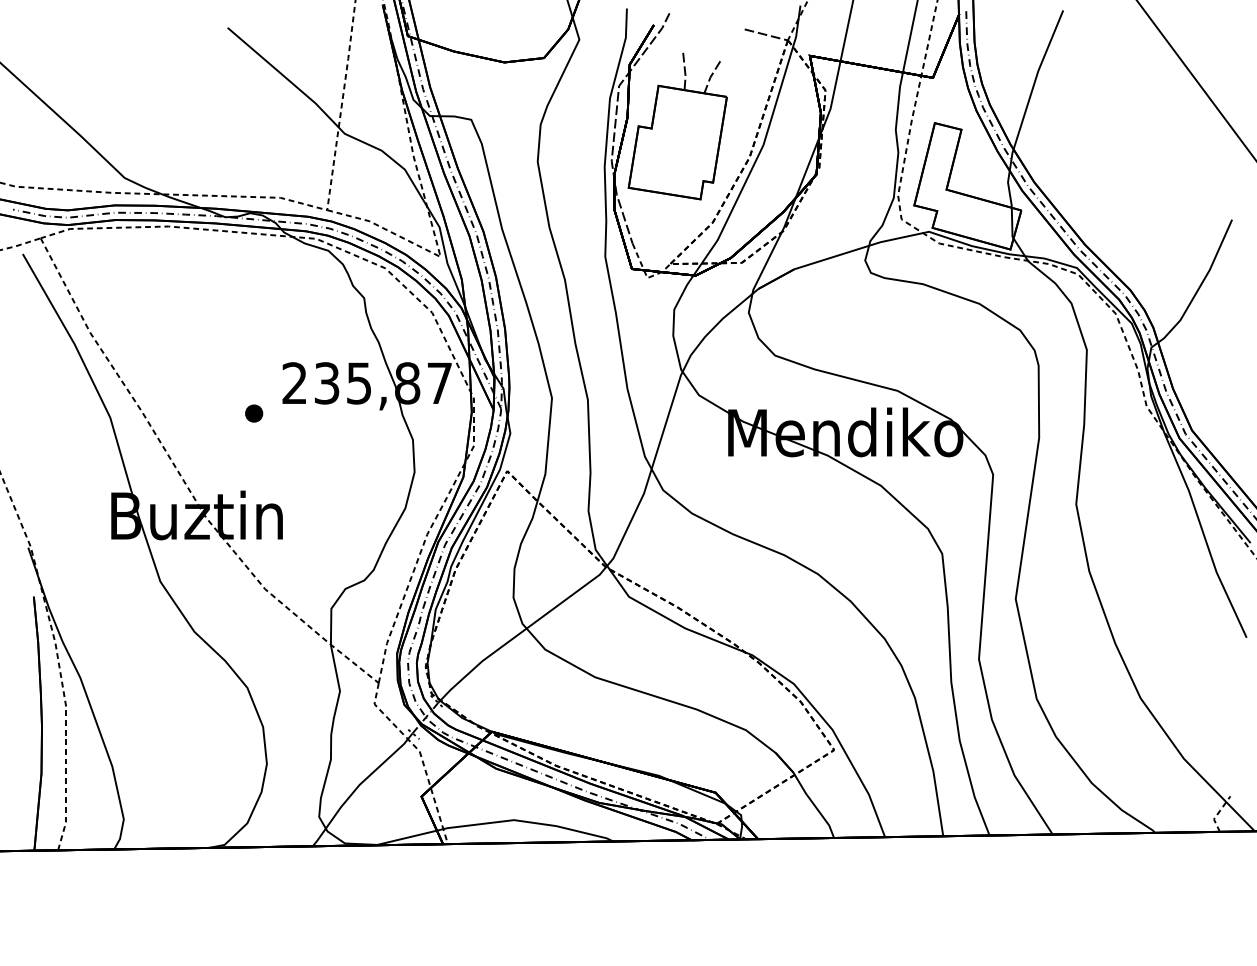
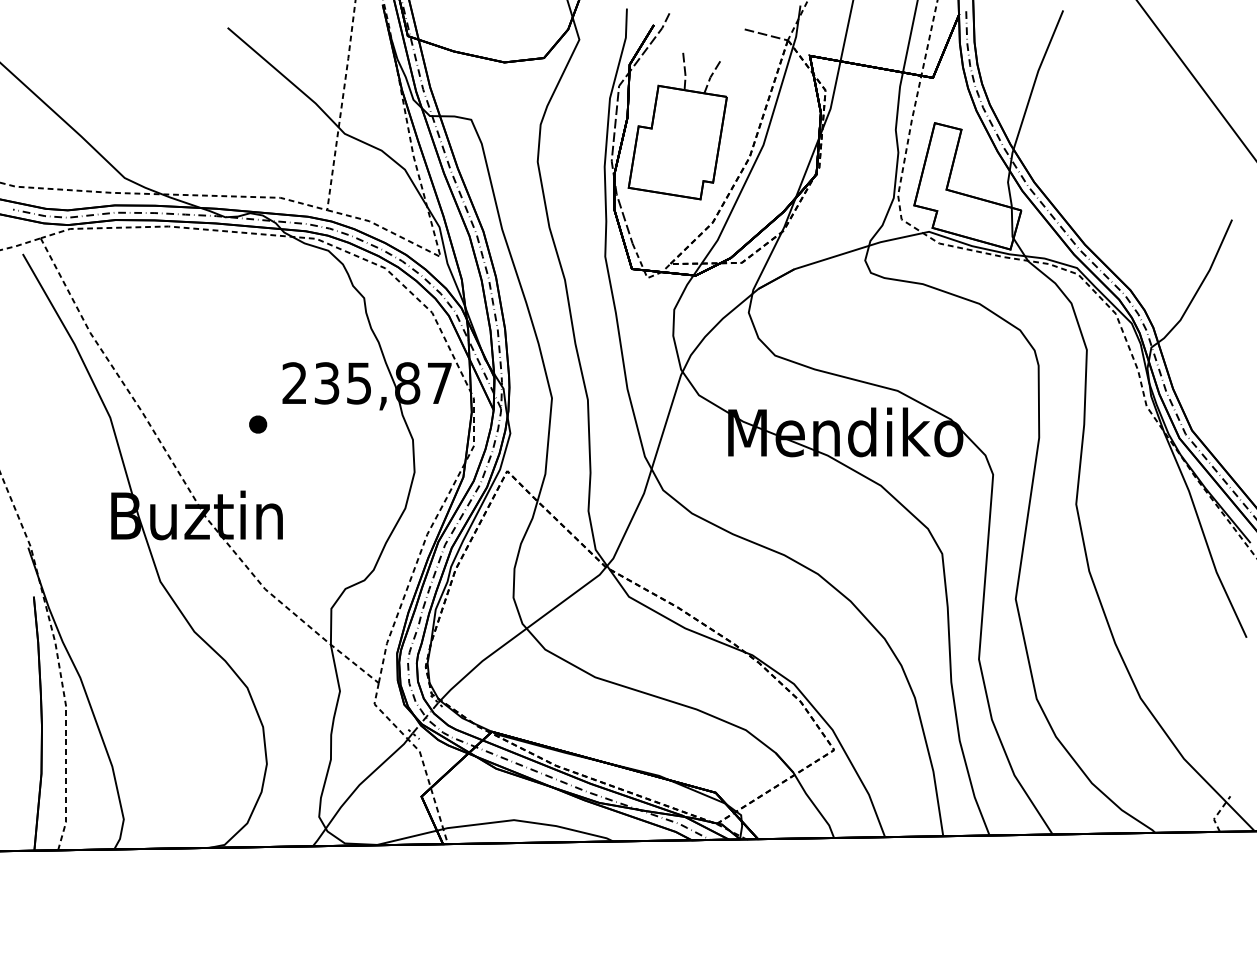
part at (254, 413) position: (254, 413) -> (258, 424)
